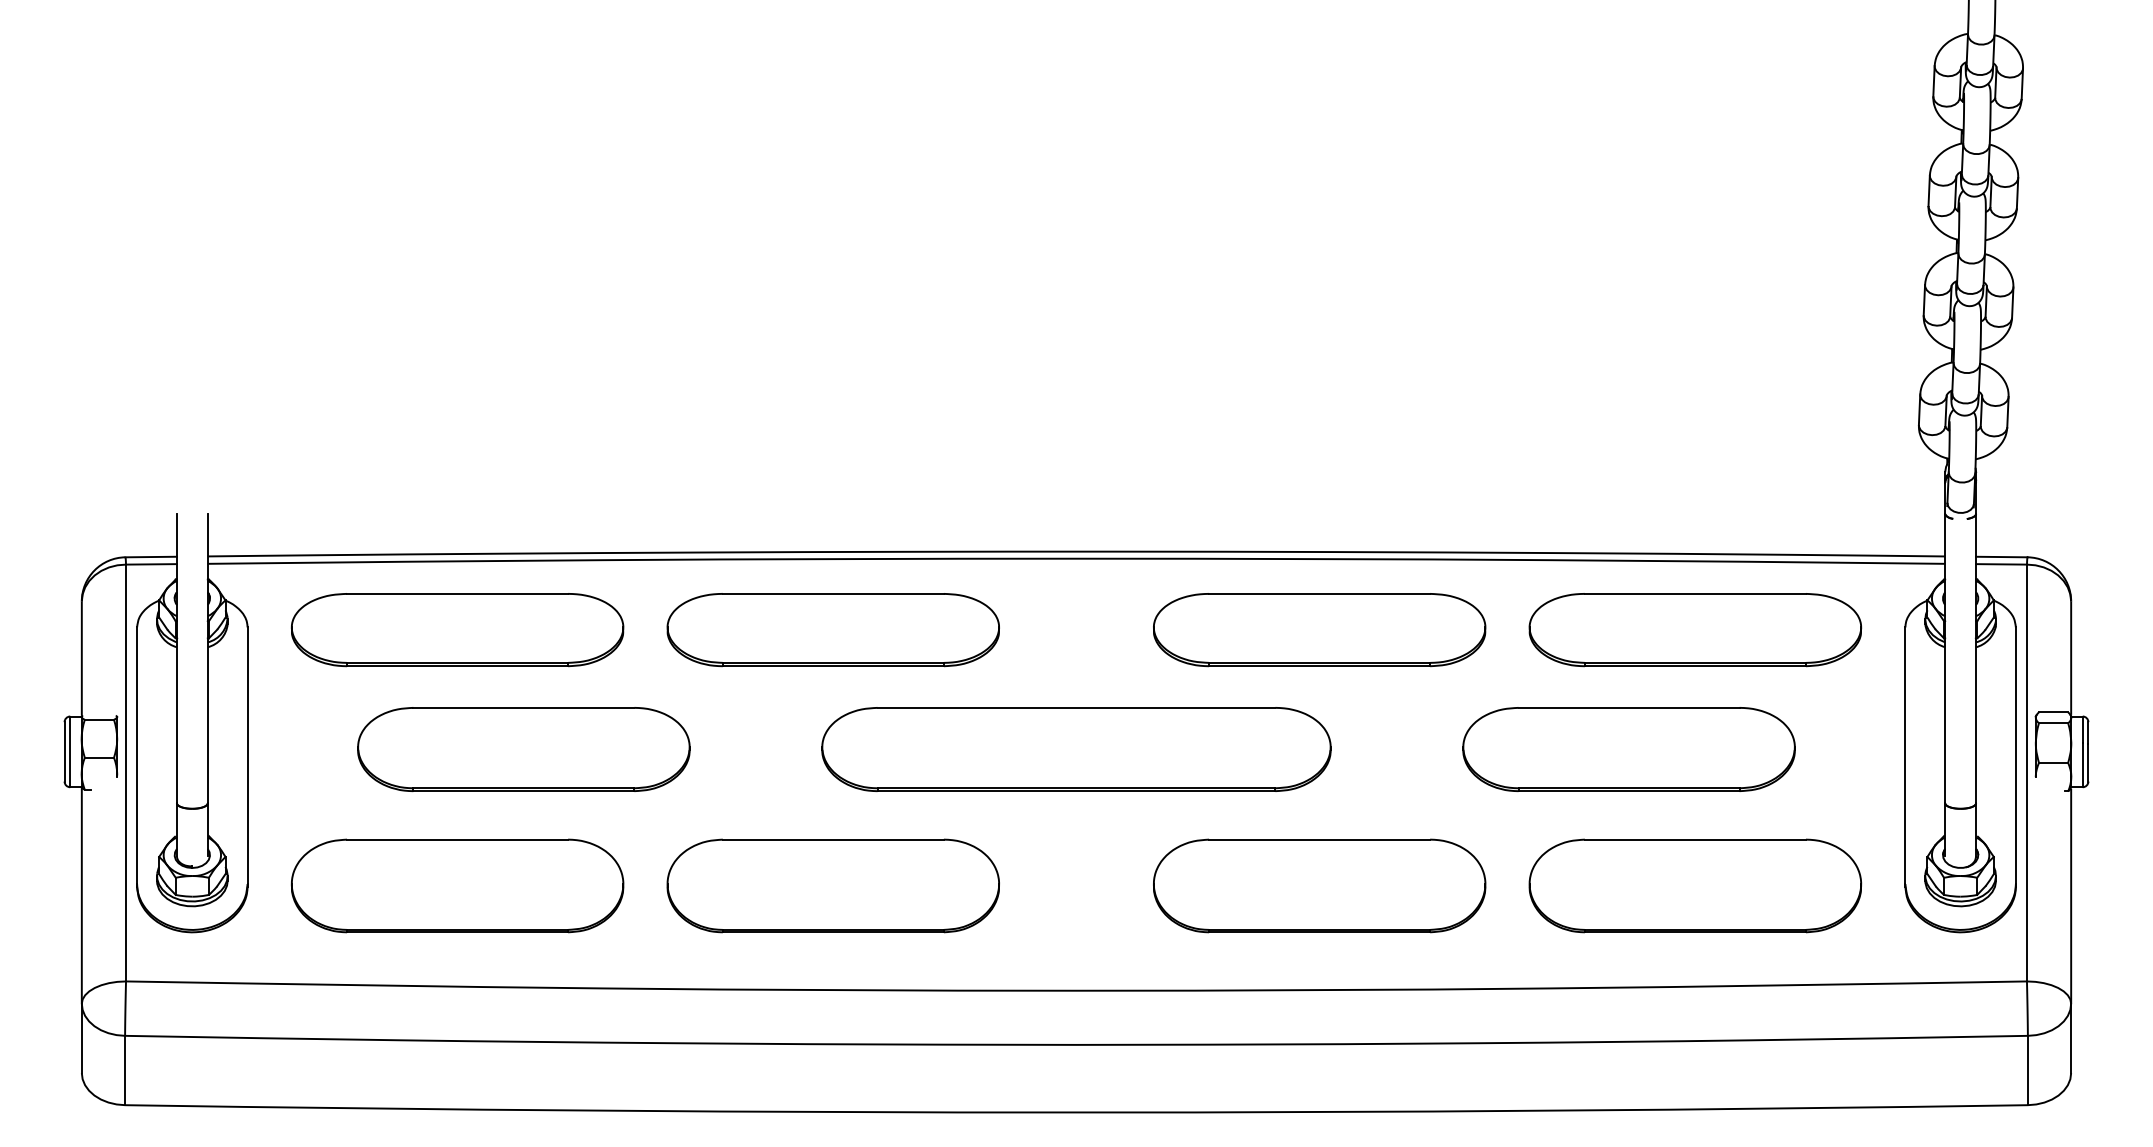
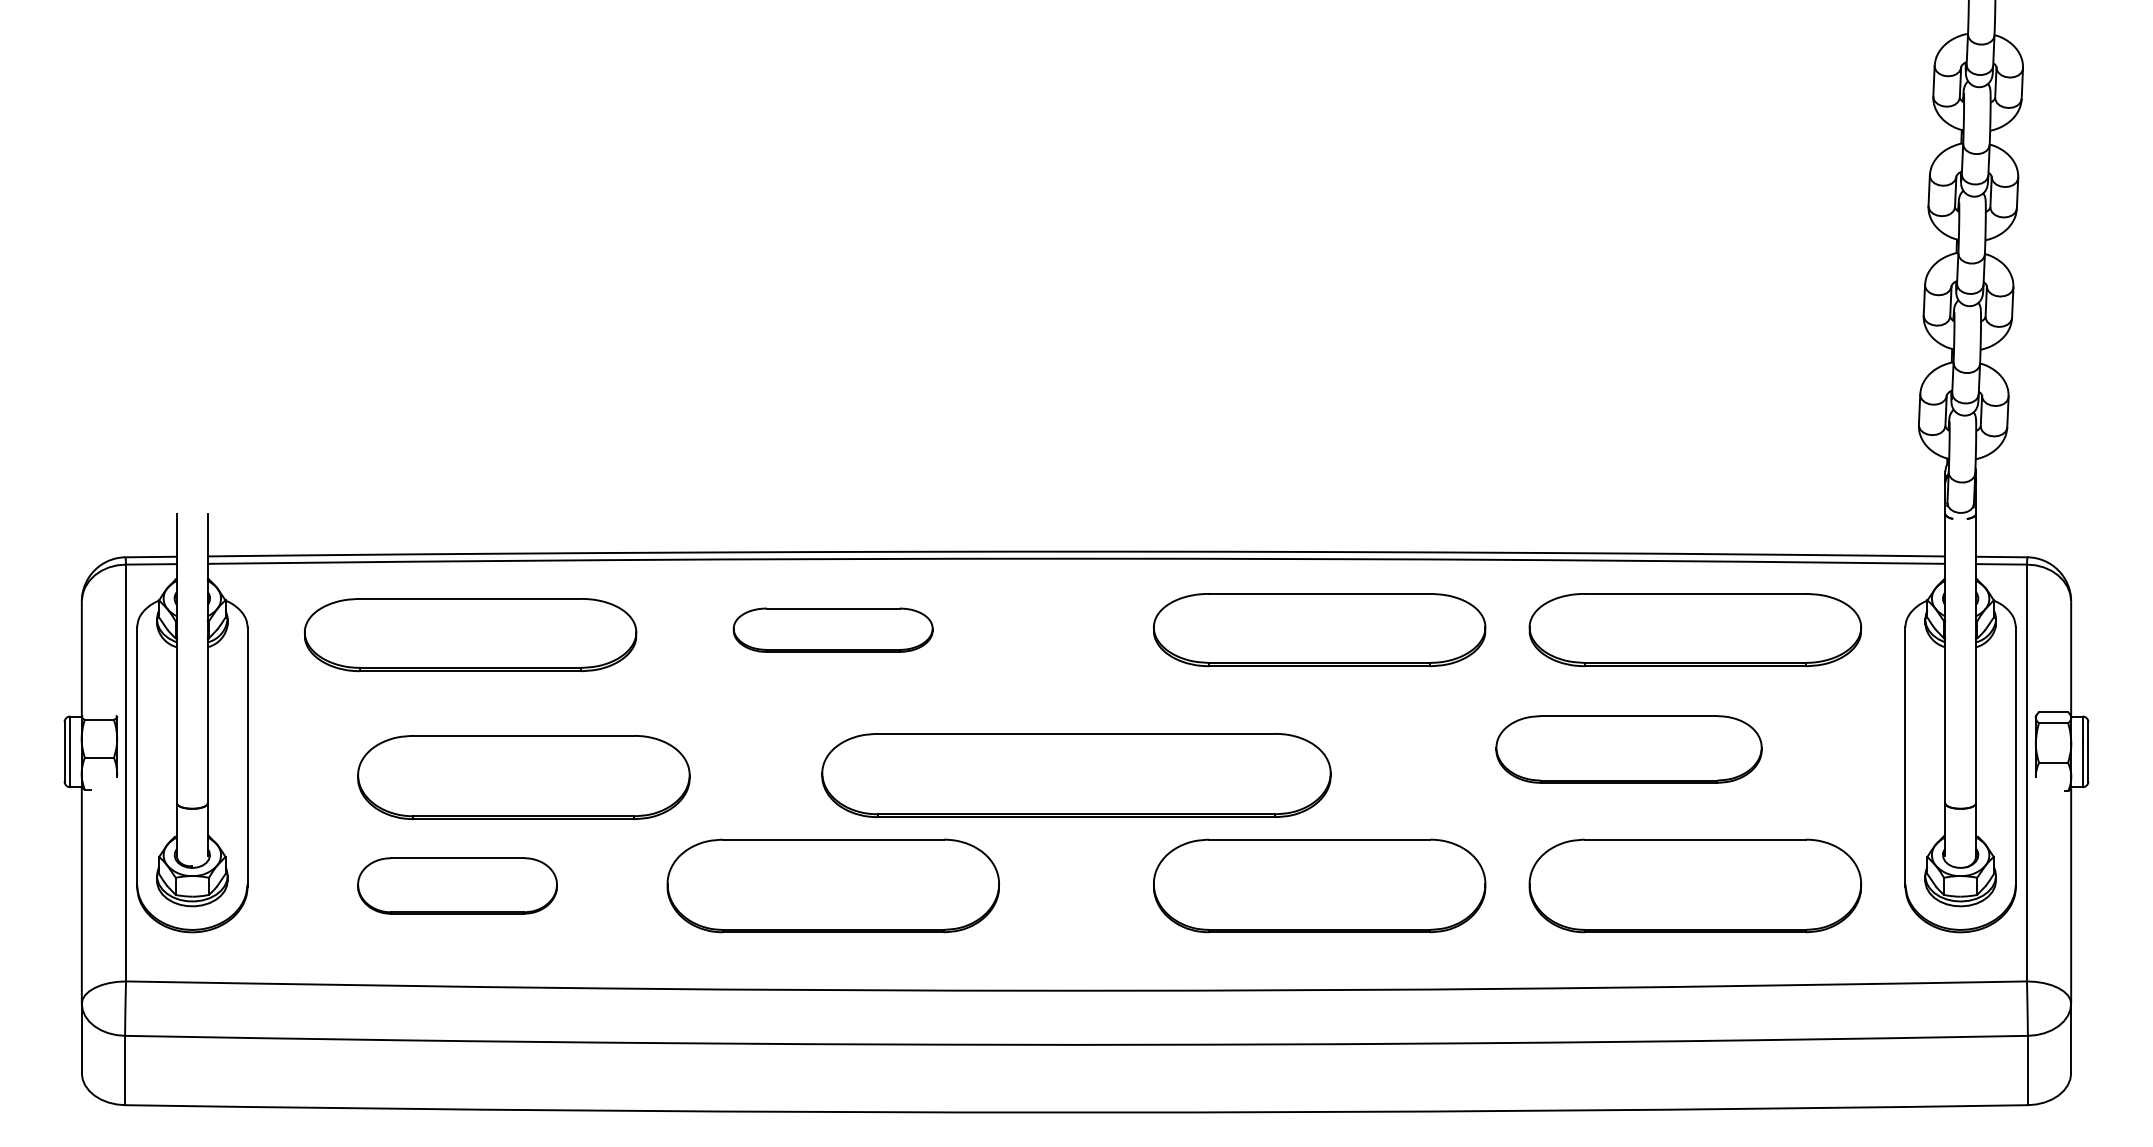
part at (457, 630) position: (457, 630) -> (470, 635)
part at (832, 630) size: 334x75 px -> 202x46 px
part at (523, 749) position: (523, 749) -> (523, 777)
part at (1076, 749) position: (1076, 749) -> (1076, 775)
part at (1628, 749) size: 334x85 px -> 268x69 px
part at (457, 885) size: 335x96 px -> 201x58 px
